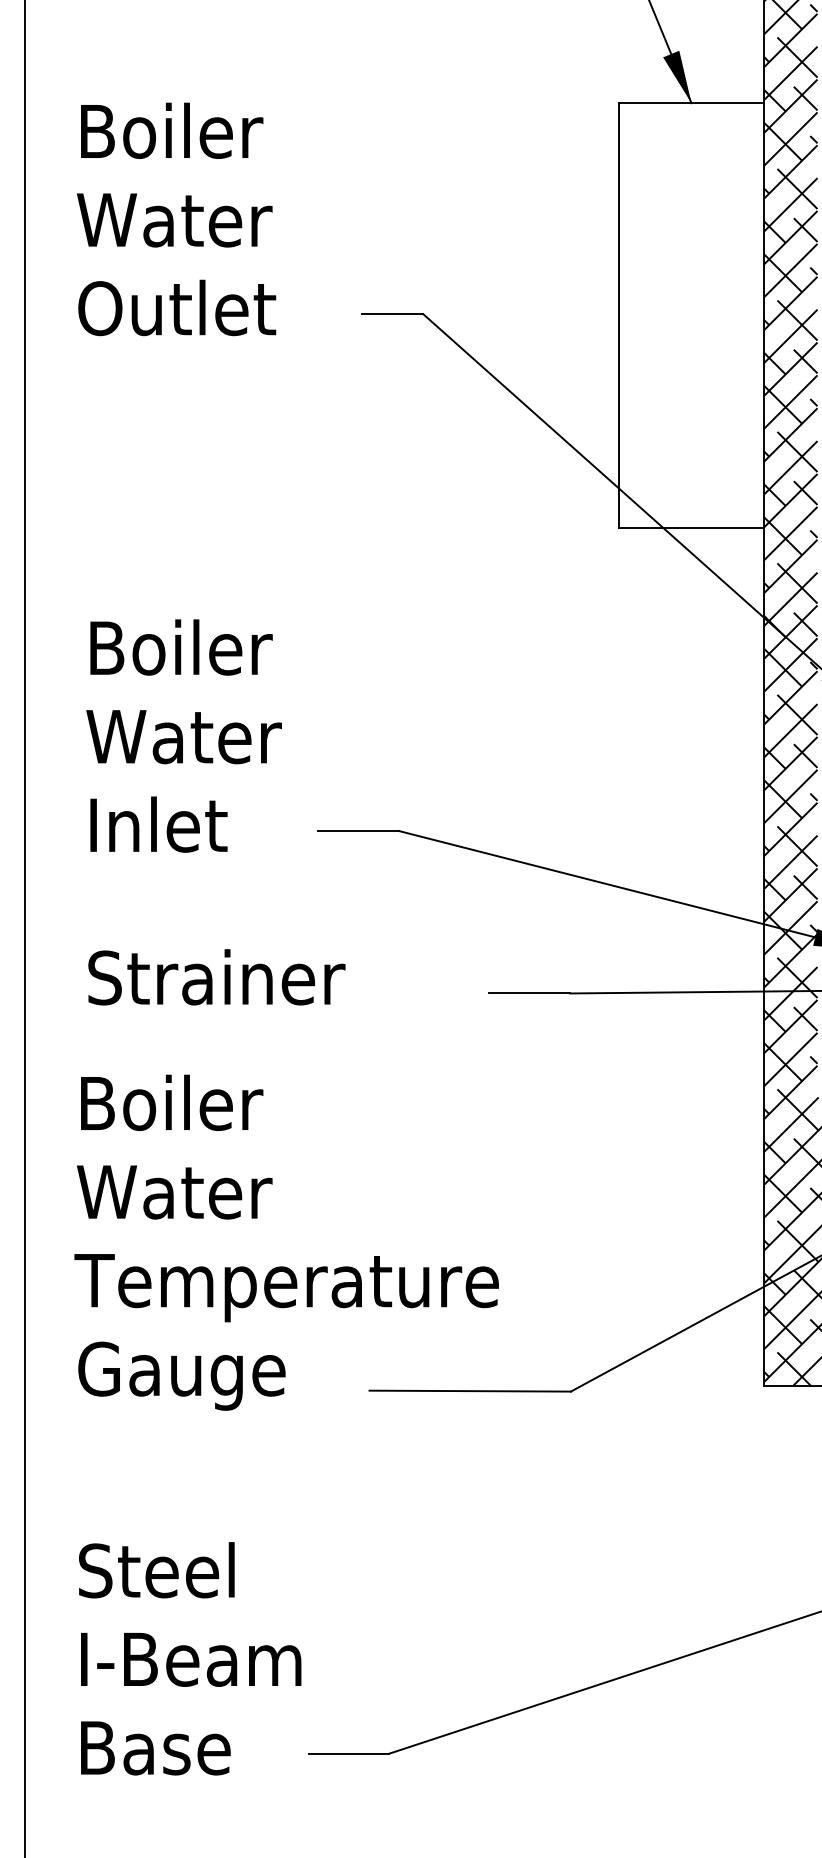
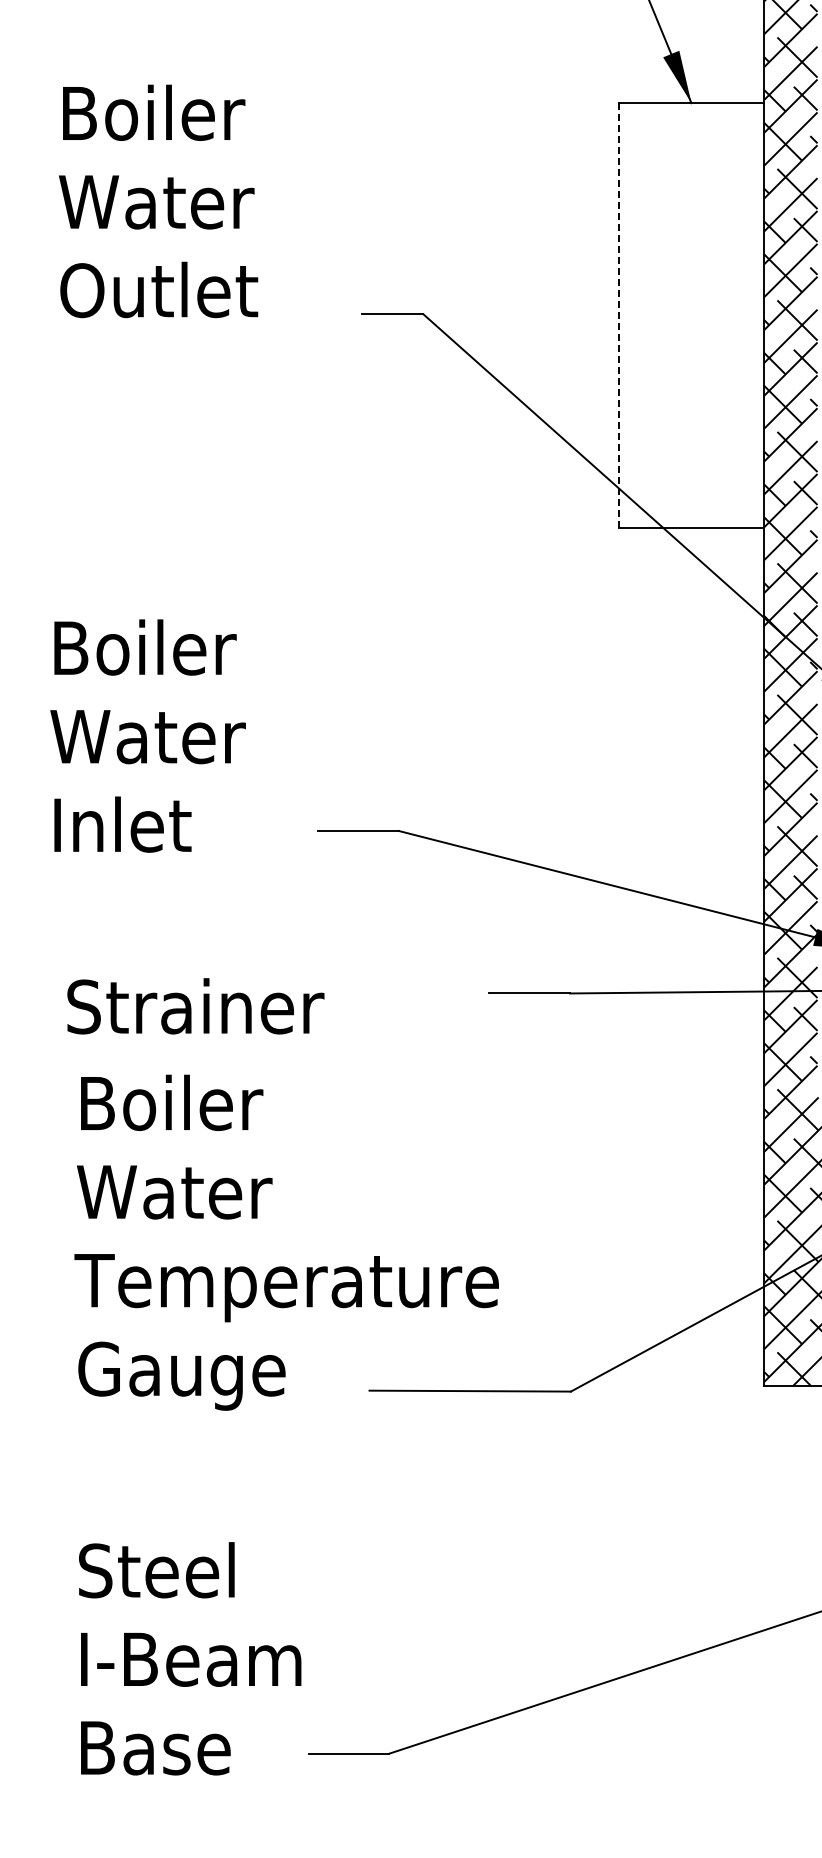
text at (176, 219) position: (176, 219) -> (158, 201)
line at (618, 315): solid -> dashed
text at (183, 735) position: (183, 735) -> (147, 735)
line at (24, 928): present -> none
text at (216, 977) position: (216, 977) -> (195, 1006)
